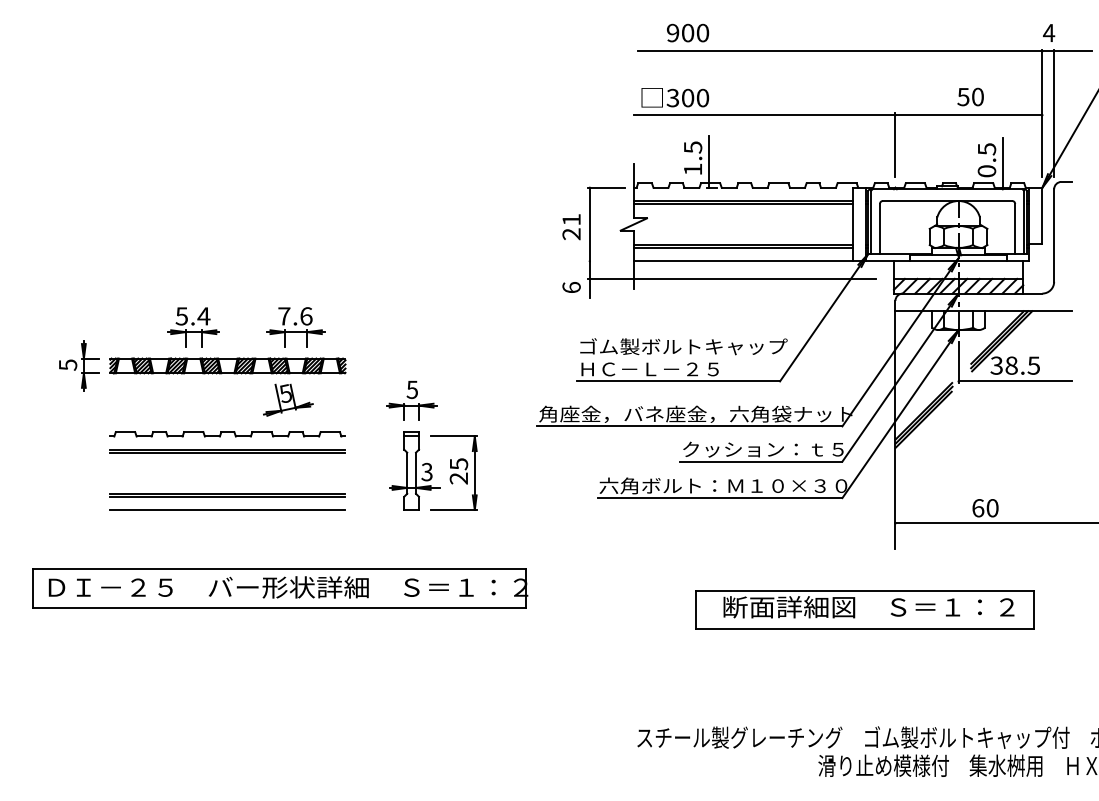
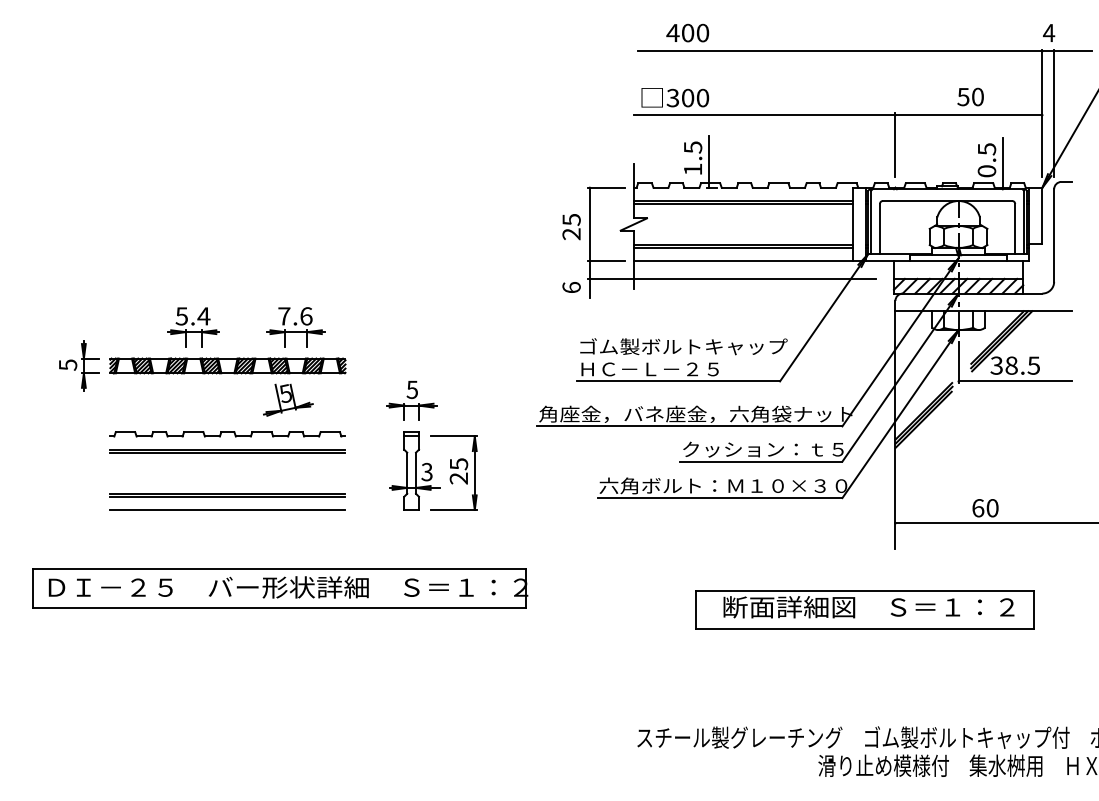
text at (672, 32): 900 -> 400
text at (571, 219): 21 -> 25
line at (606, 261): none -> present
